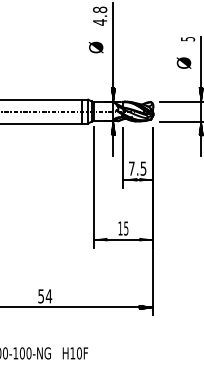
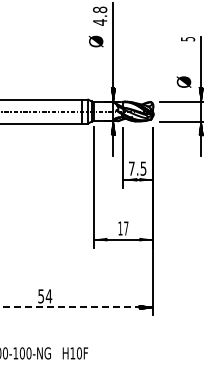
text at (95, 47) position: (95, 47) -> (95, 41)
text at (183, 62) position: (183, 62) -> (183, 81)
text at (126, 228): 15 -> 17
line at (76, 307): solid -> dashed
